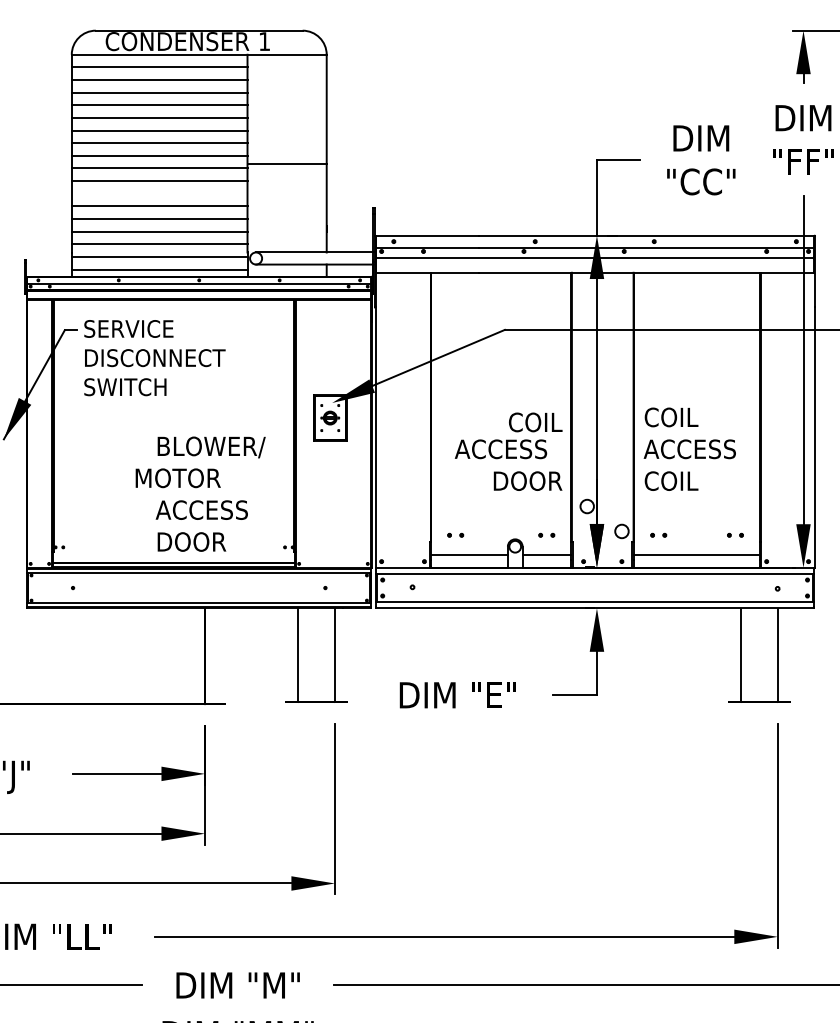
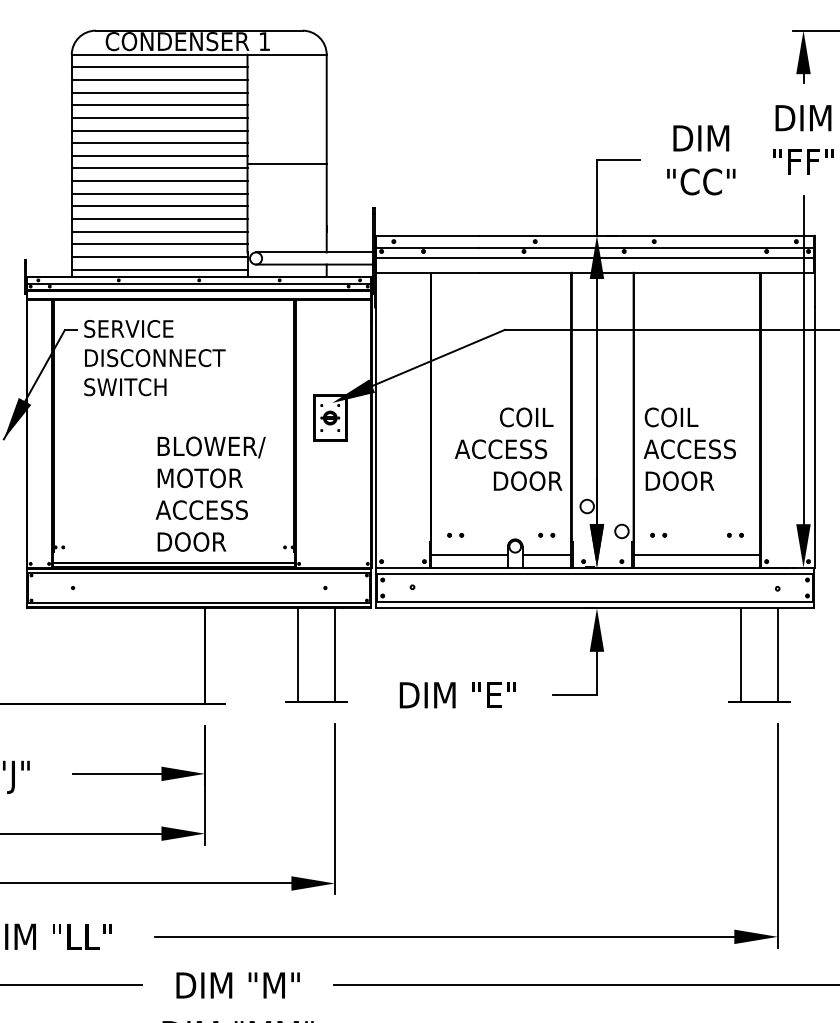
line at (159, 193): none -> present
text at (535, 422) position: (535, 422) -> (526, 417)
text at (177, 478) position: (177, 478) -> (199, 478)
text at (679, 480): COIL -> DOOR
